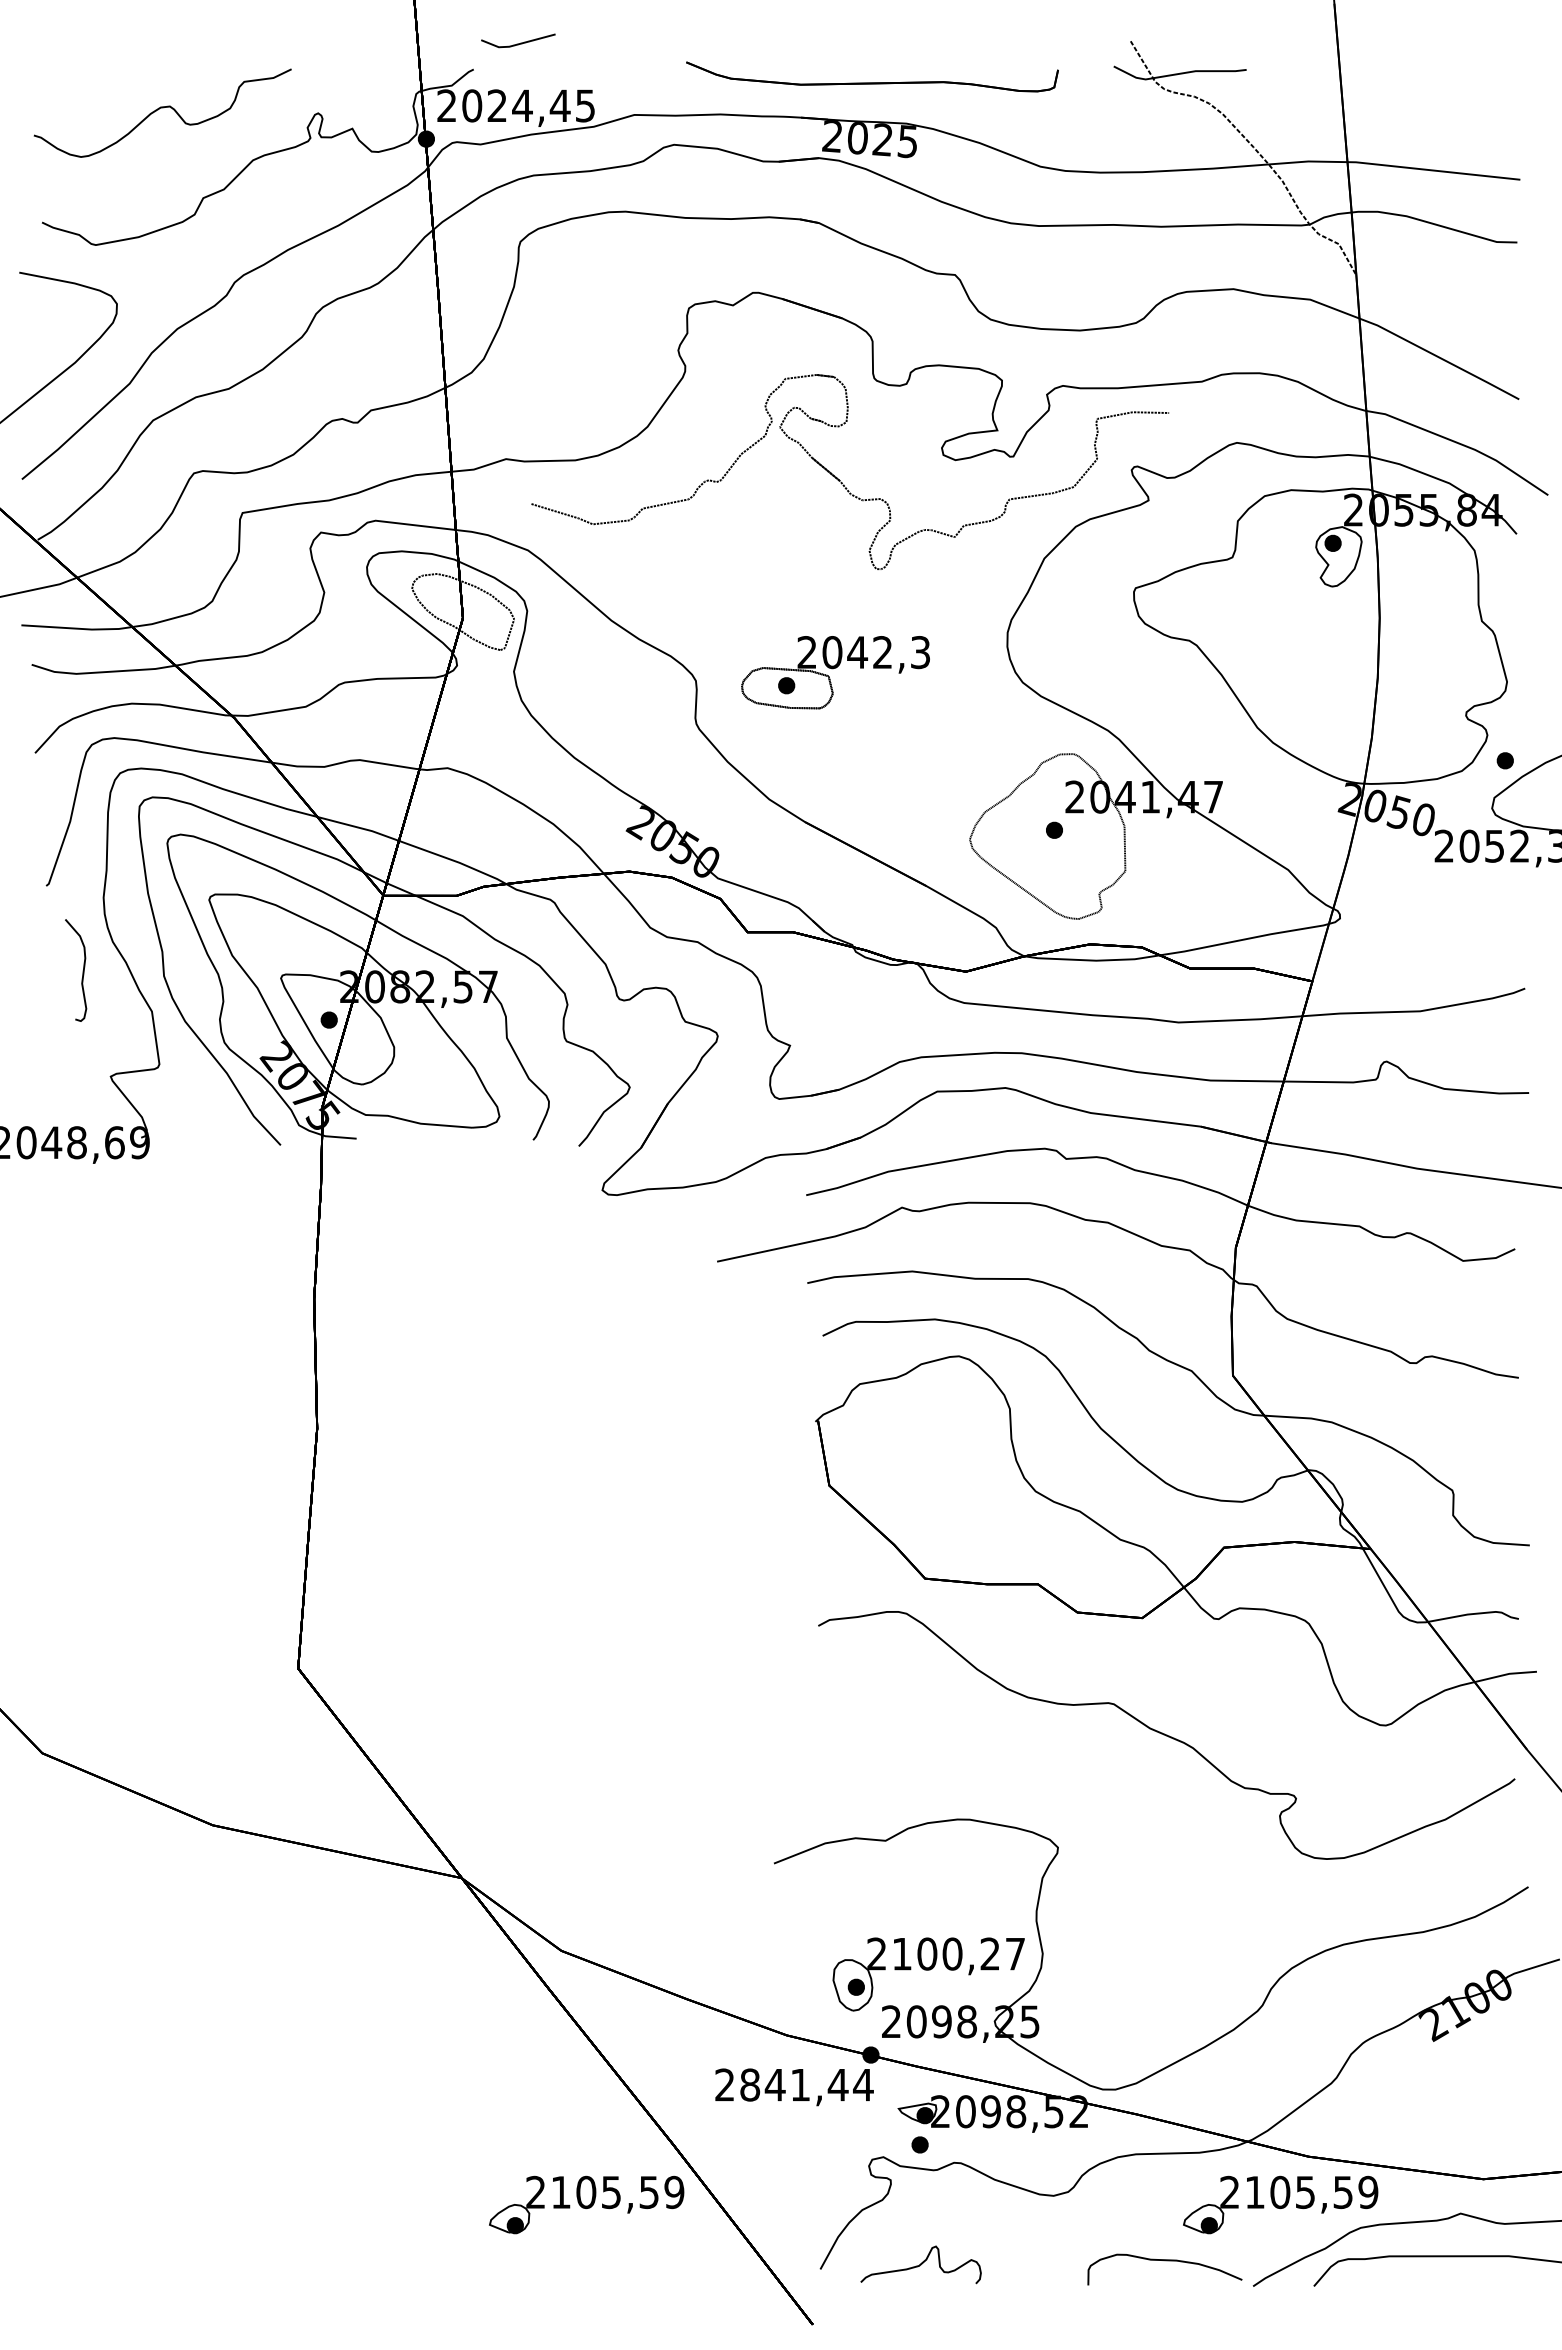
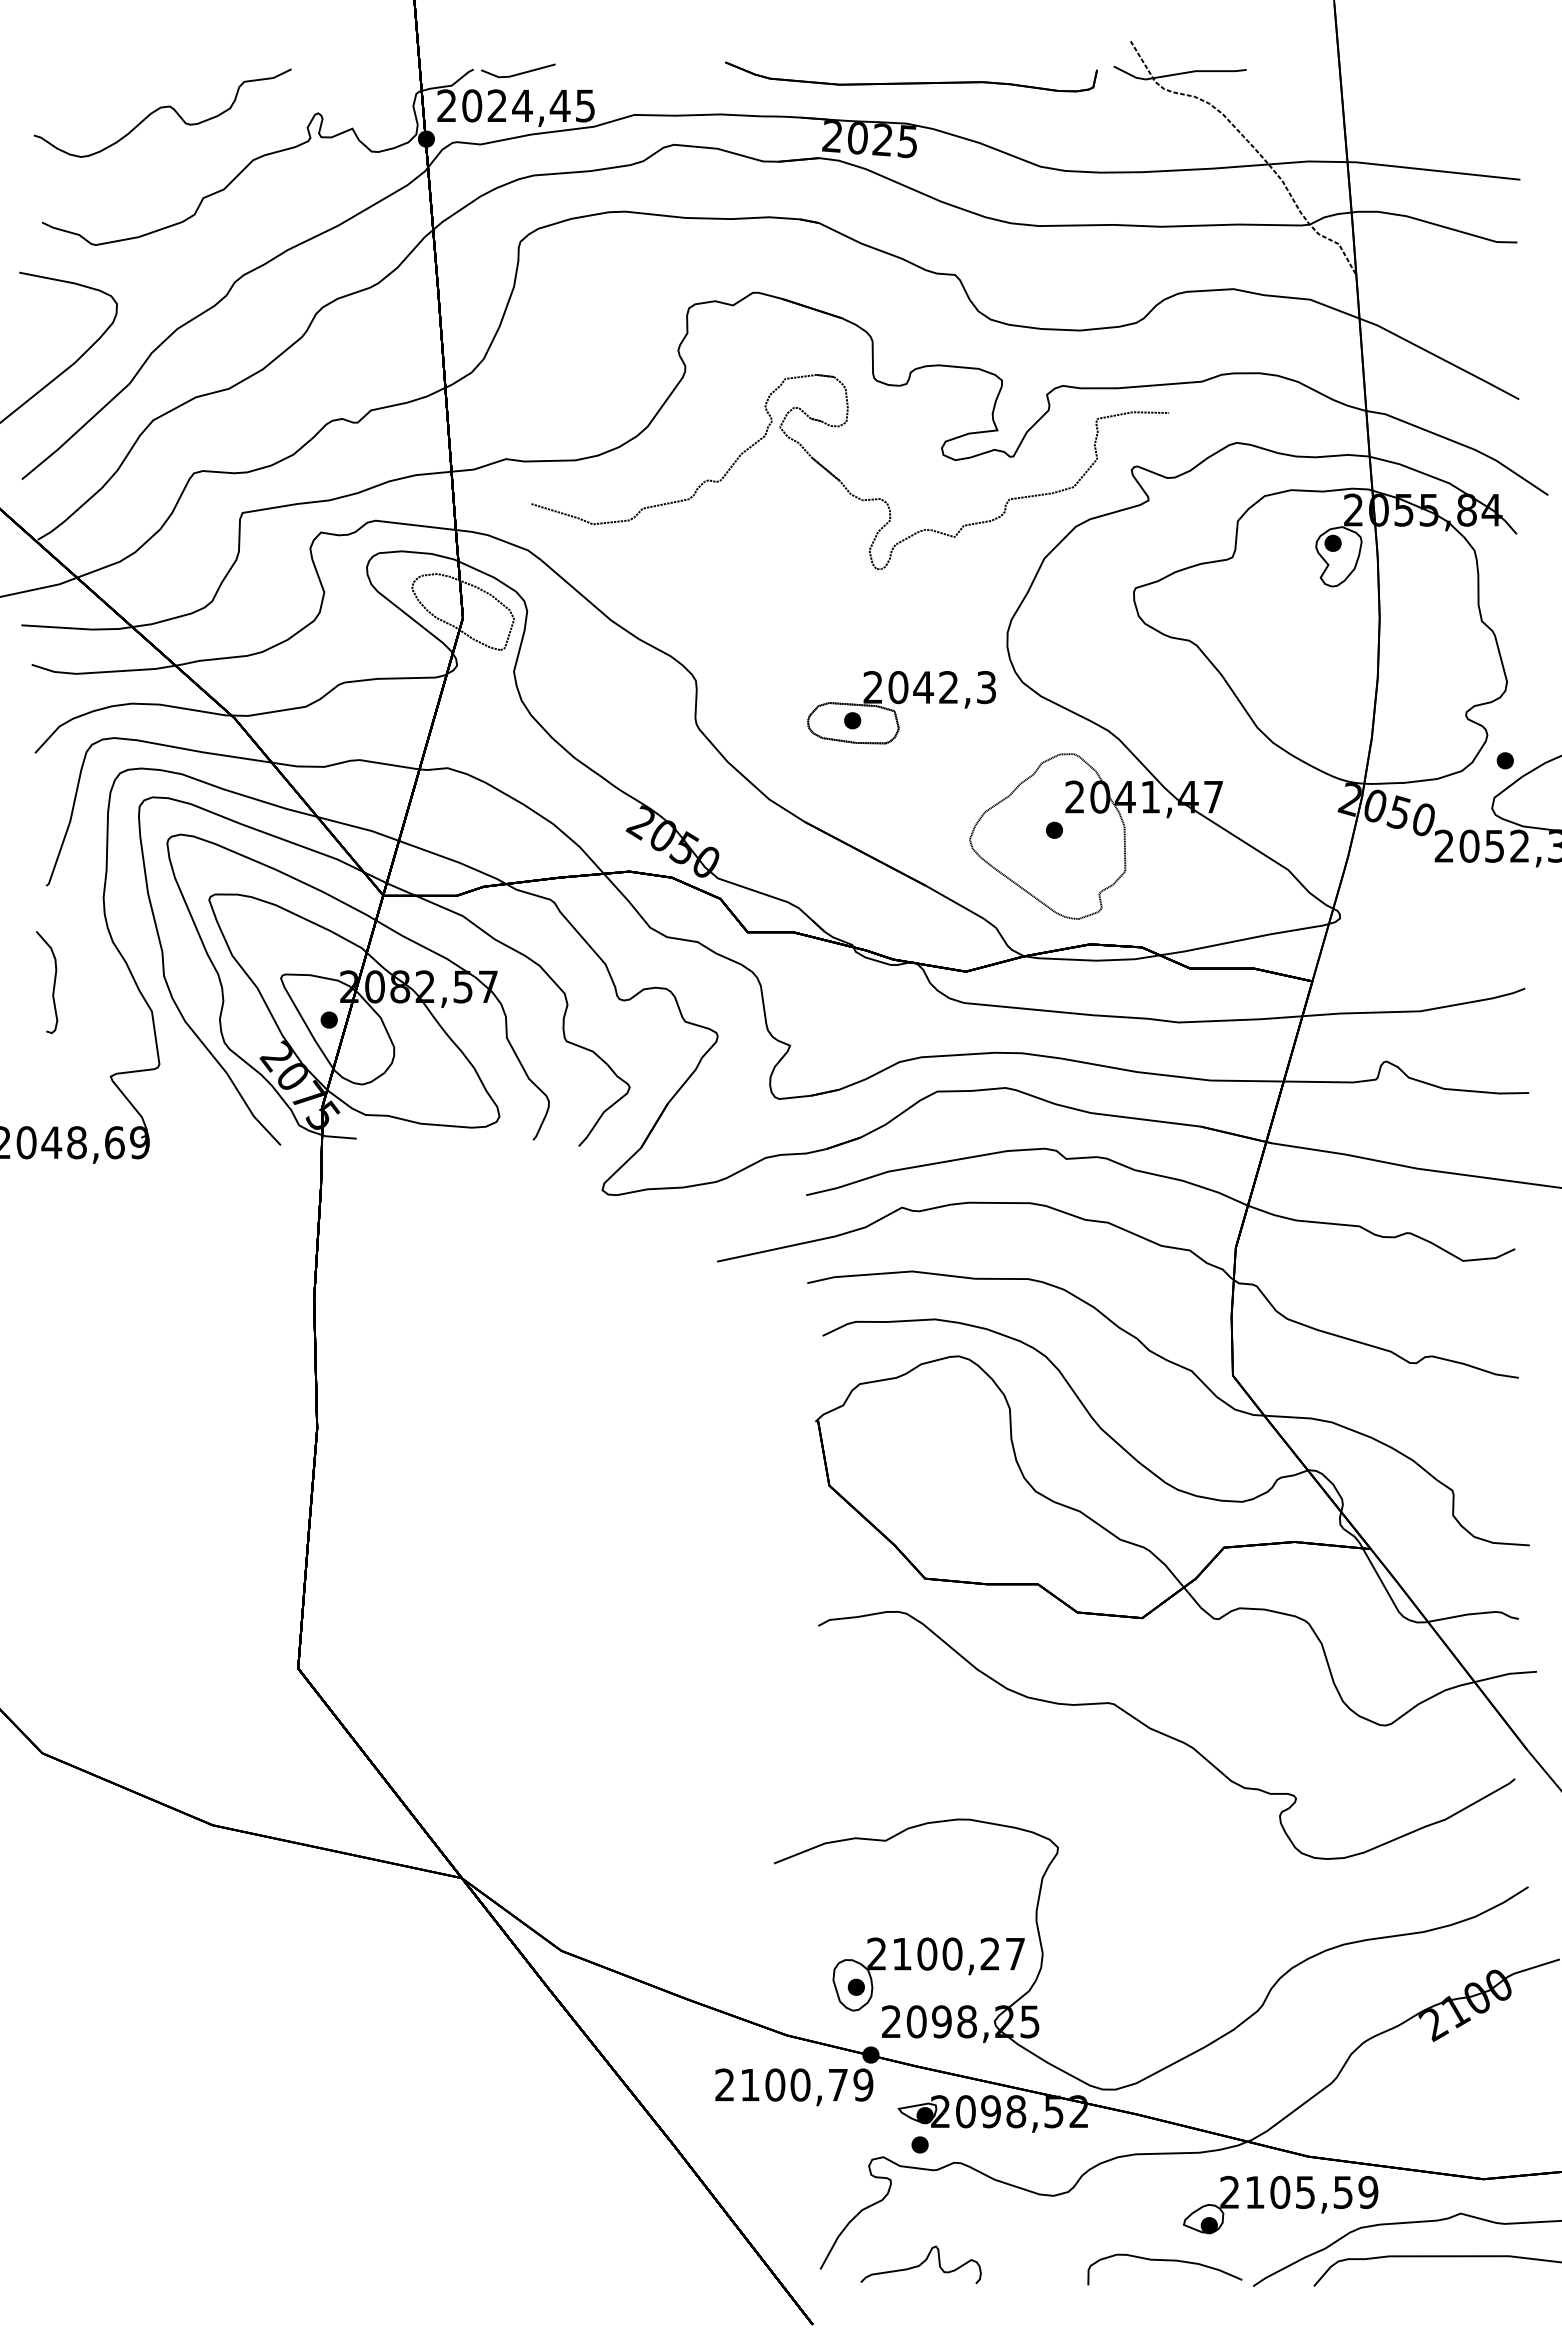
line at (520, 42) position: (520, 42) -> (520, 72)
part at (872, 76) position: (872, 76) -> (911, 76)
part at (835, 672) position: (835, 672) -> (901, 707)
curve at (82, 970) position: (82, 970) -> (53, 982)
text at (806, 2084): 2841,44 -> 2100,79
part at (586, 2204): present -> none
